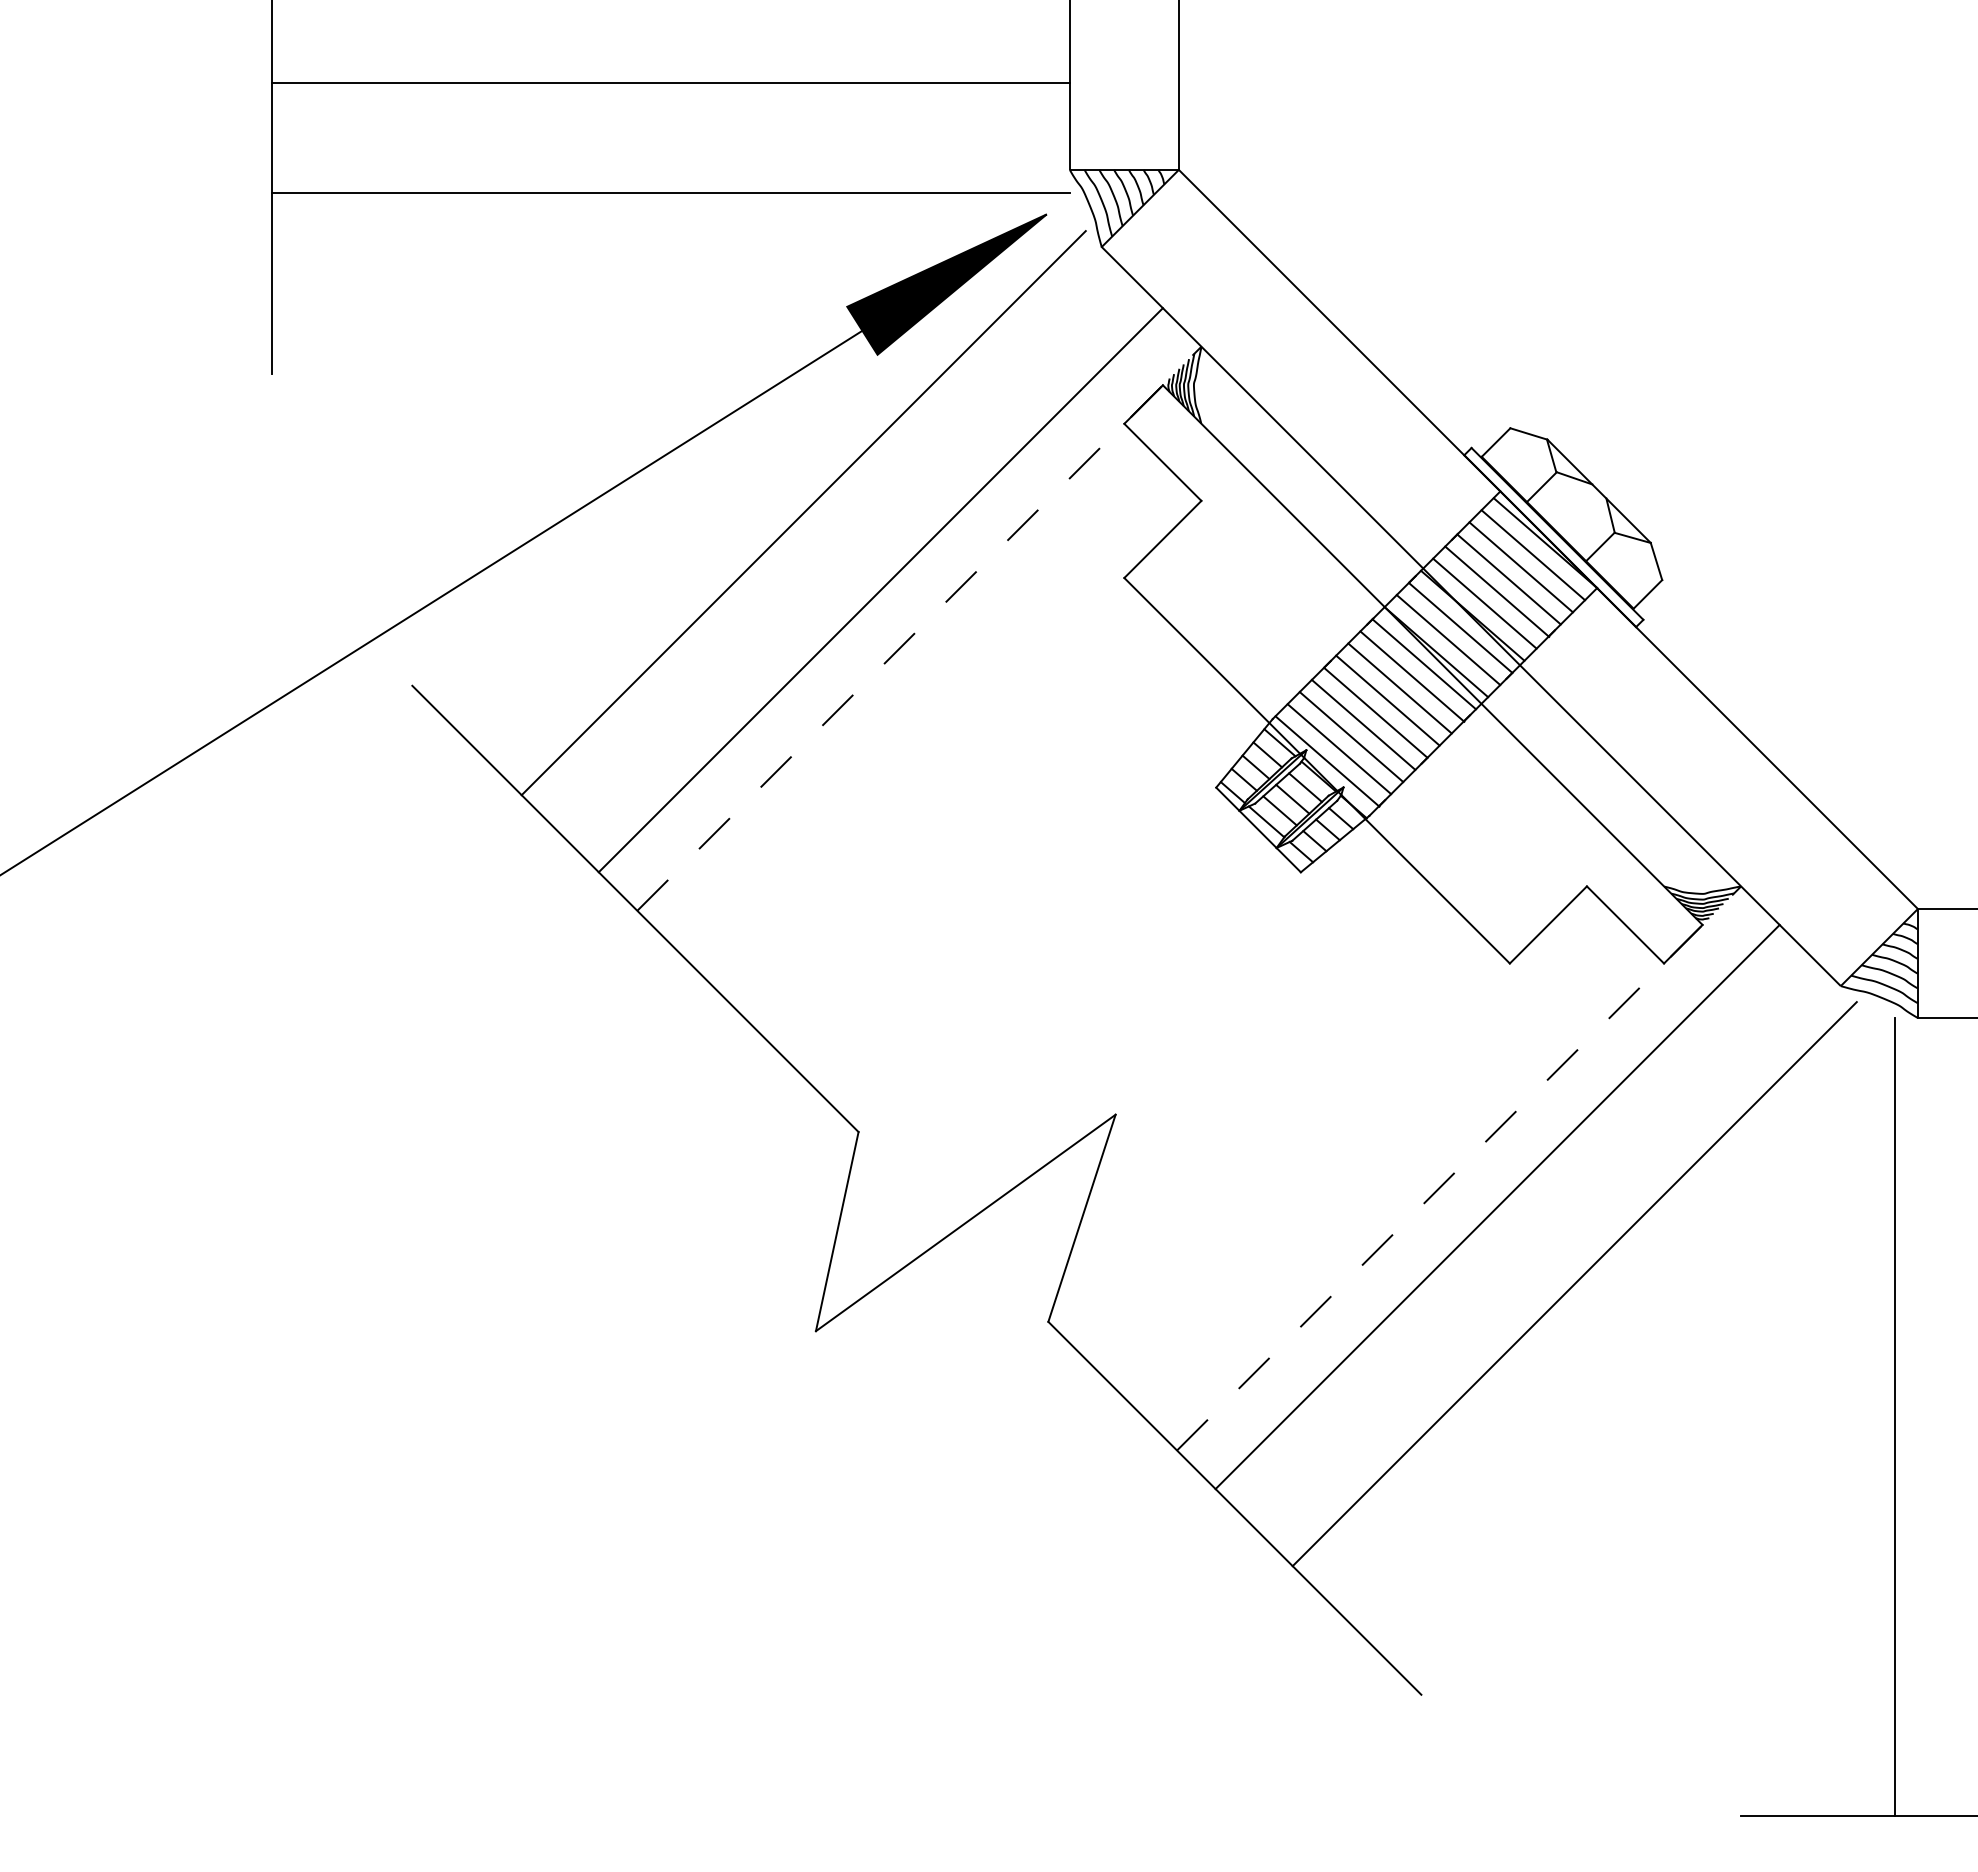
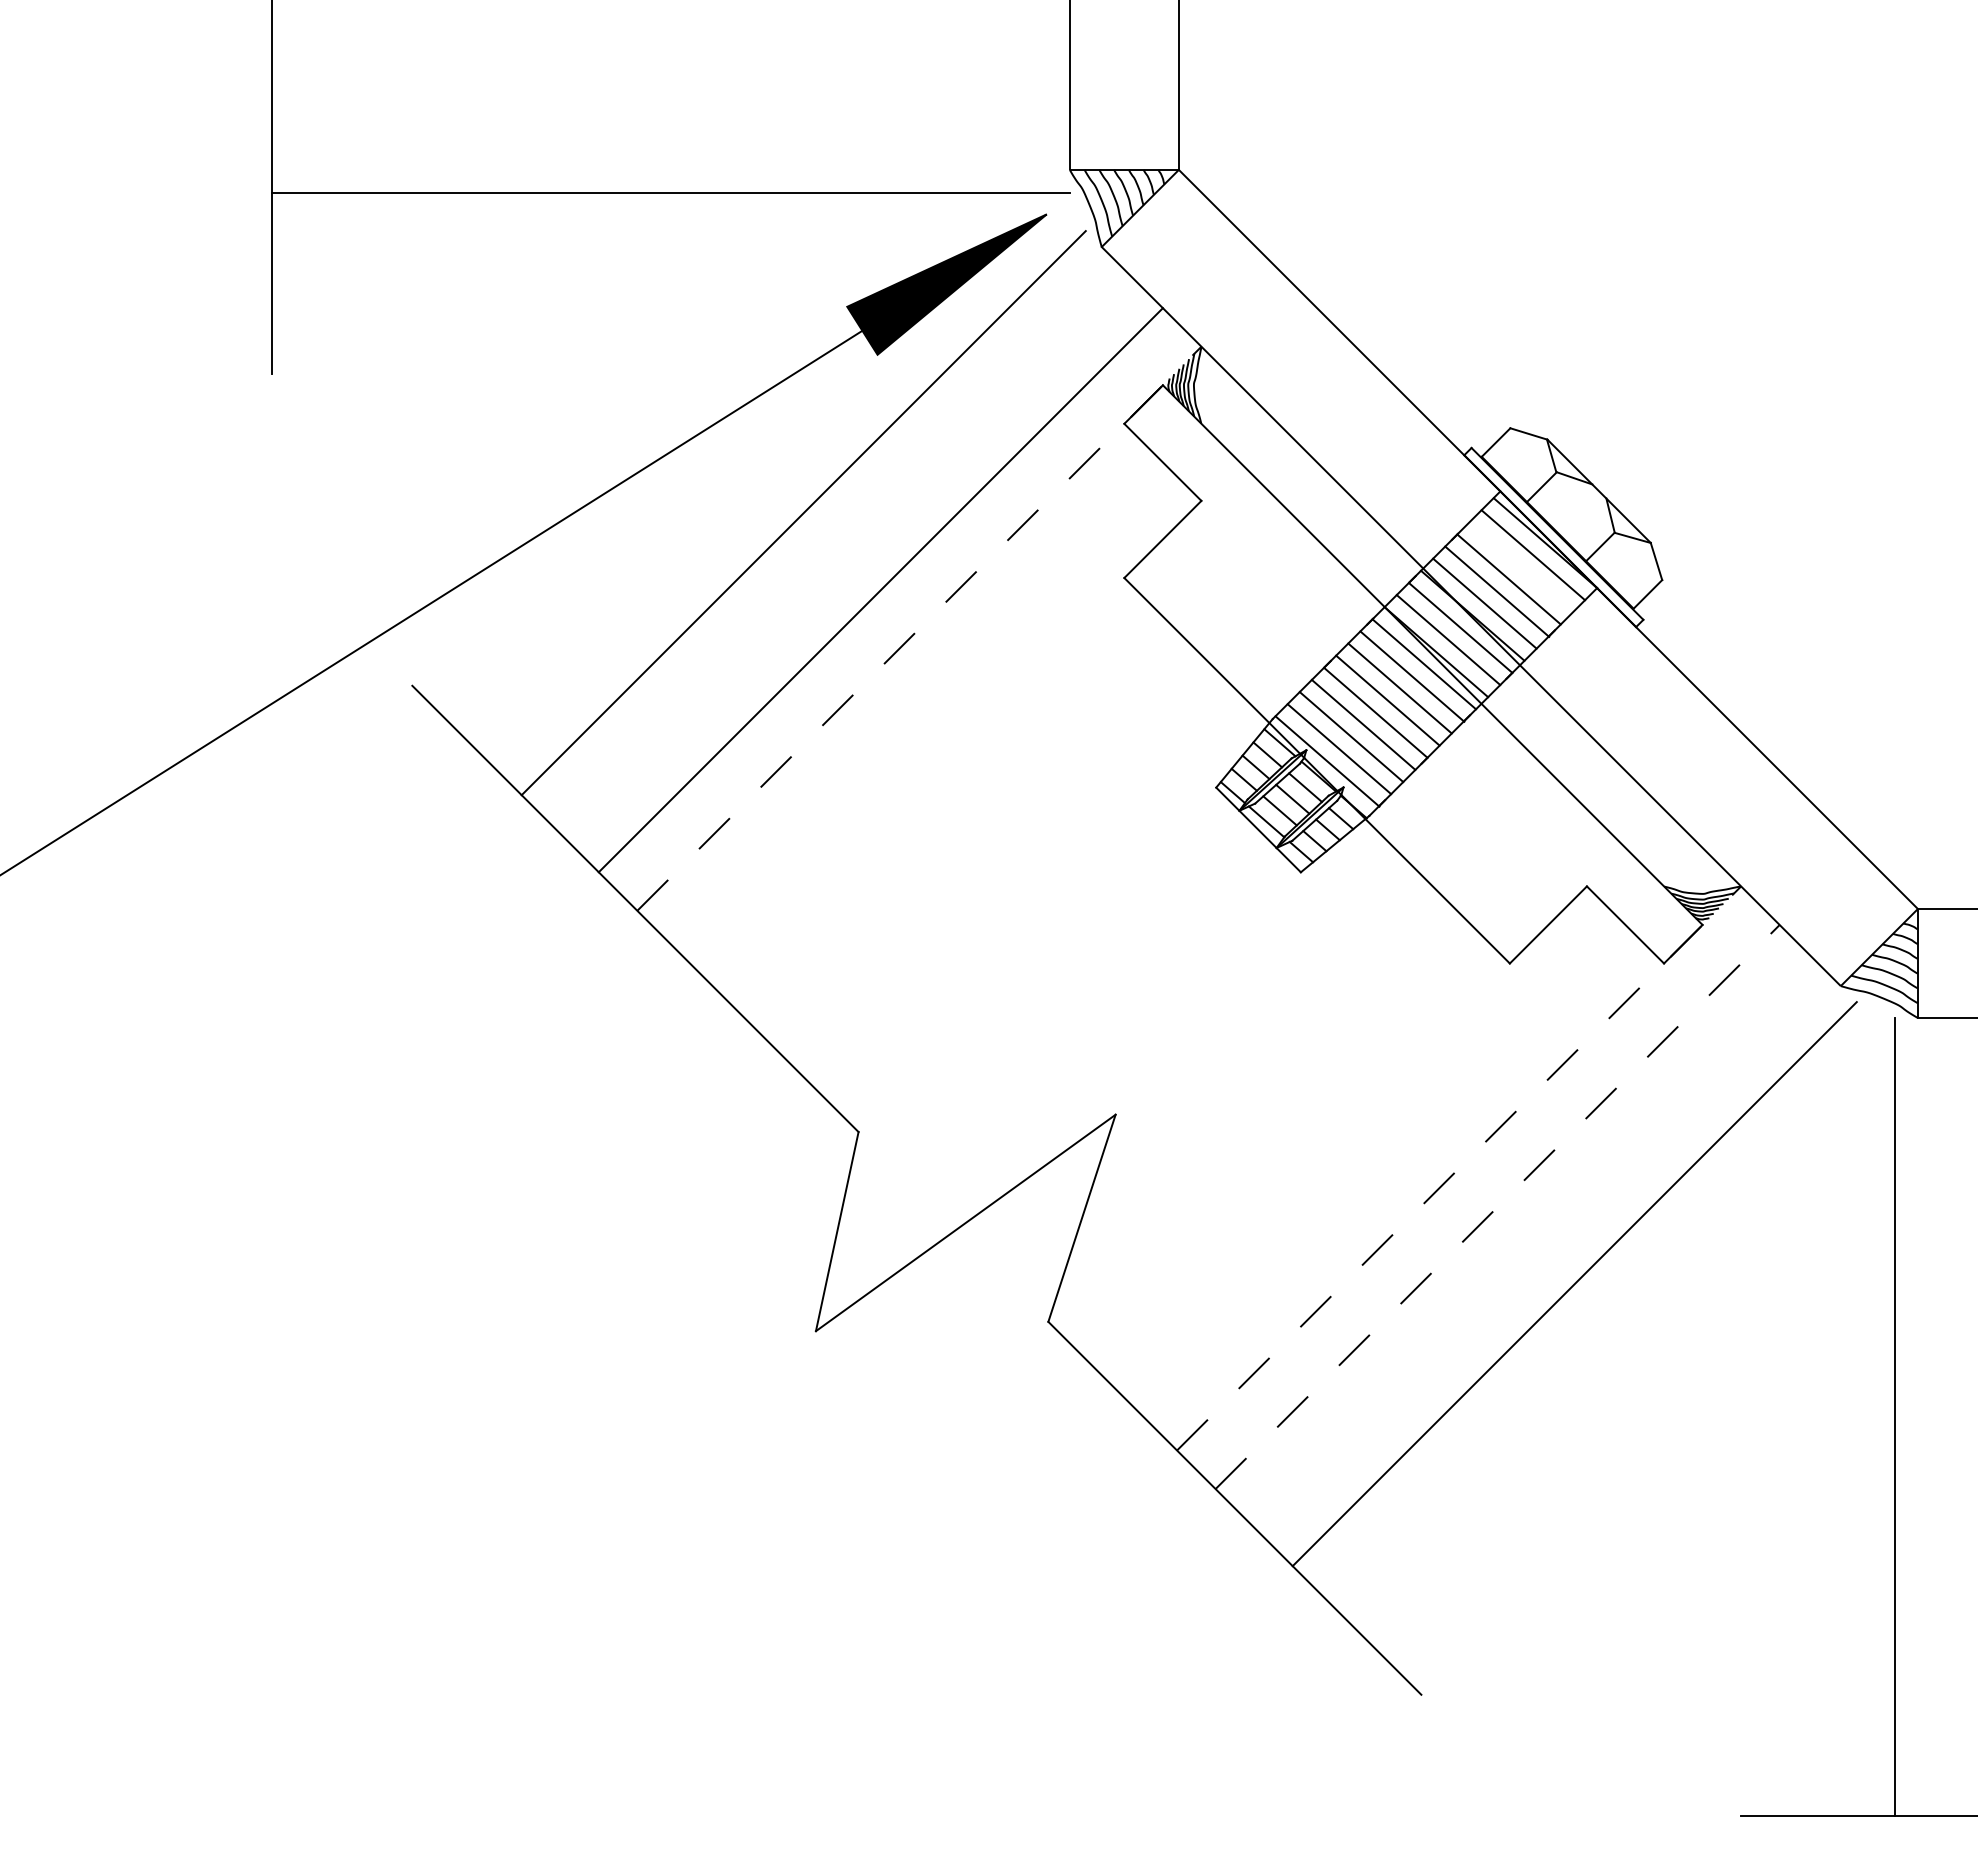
line at (670, 83): present -> none
line at (1520, 567): present -> none
line at (1497, 1207): solid -> dashed
